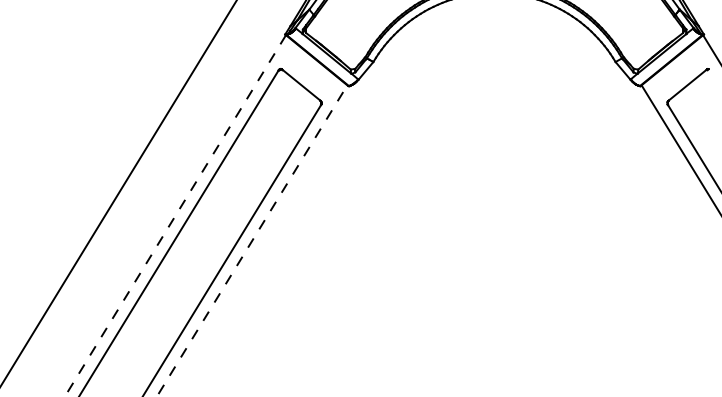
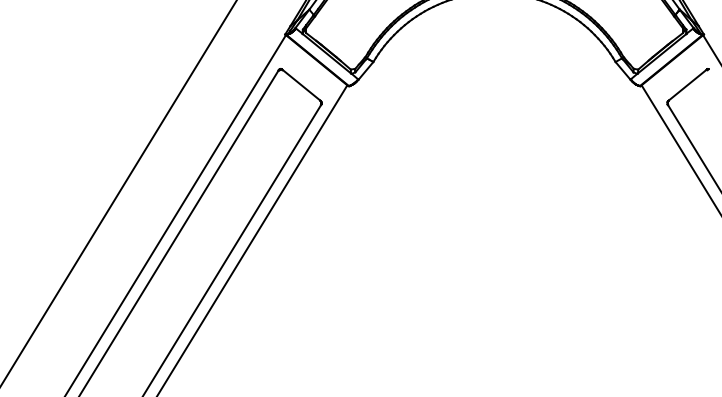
line at (175, 215): dashed -> solid
line at (252, 240): dashed -> solid
